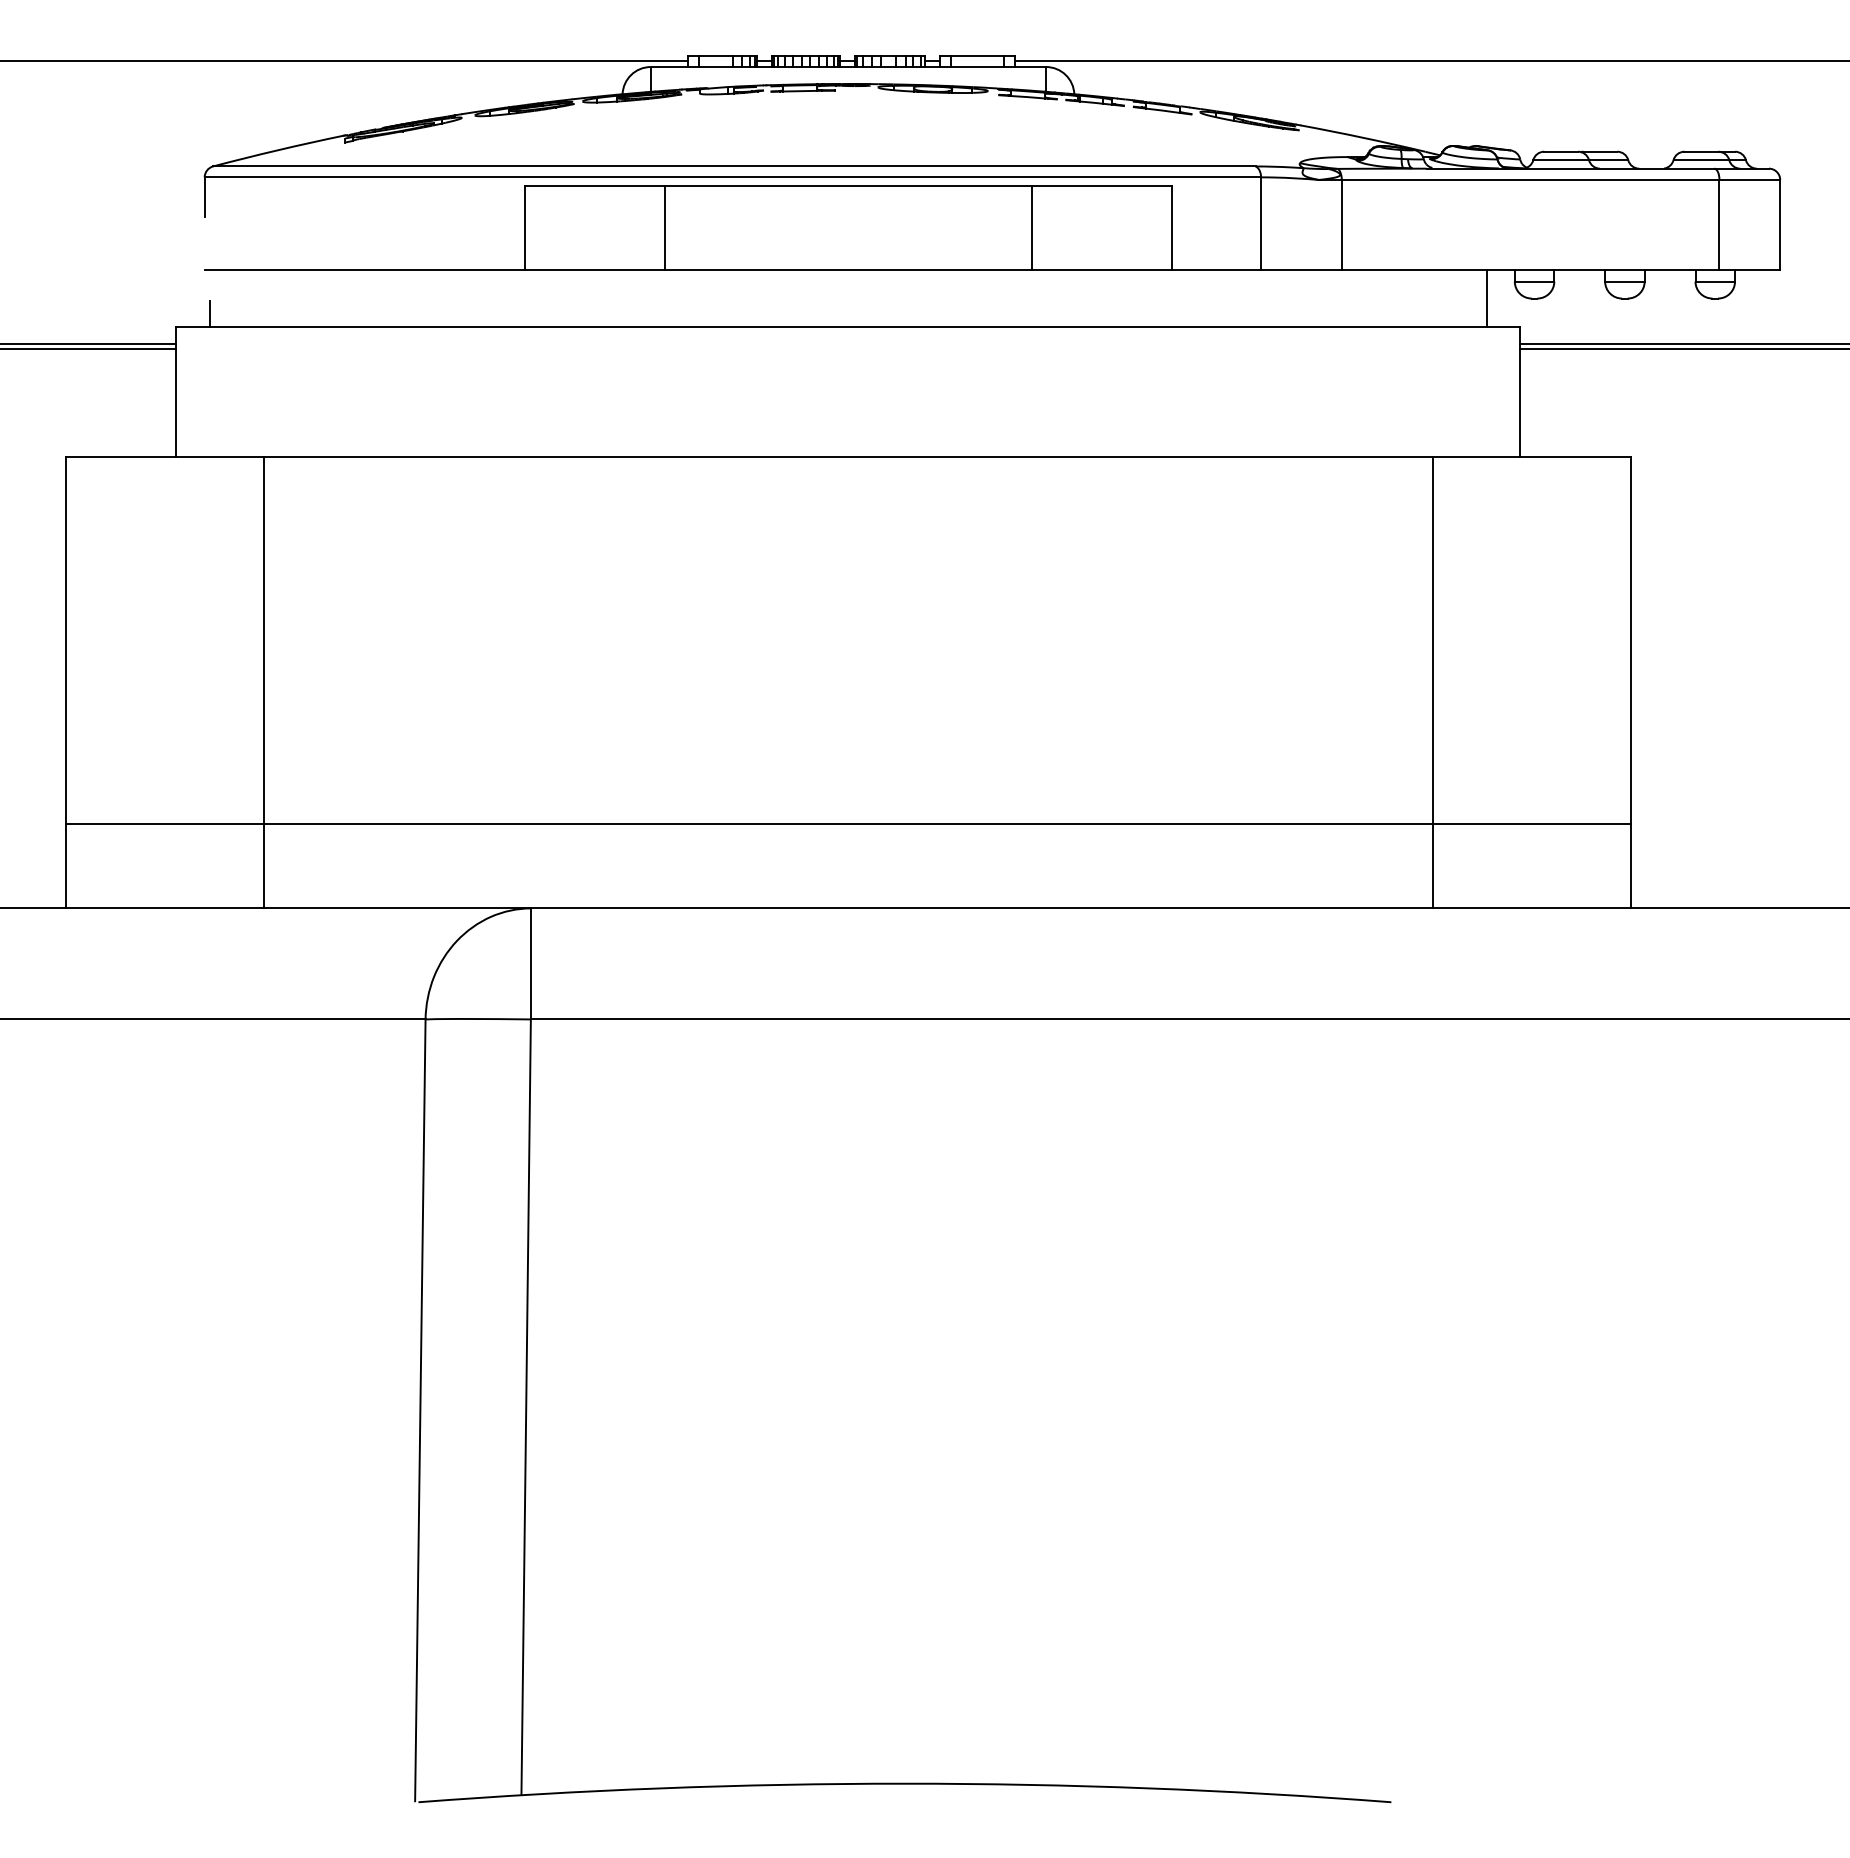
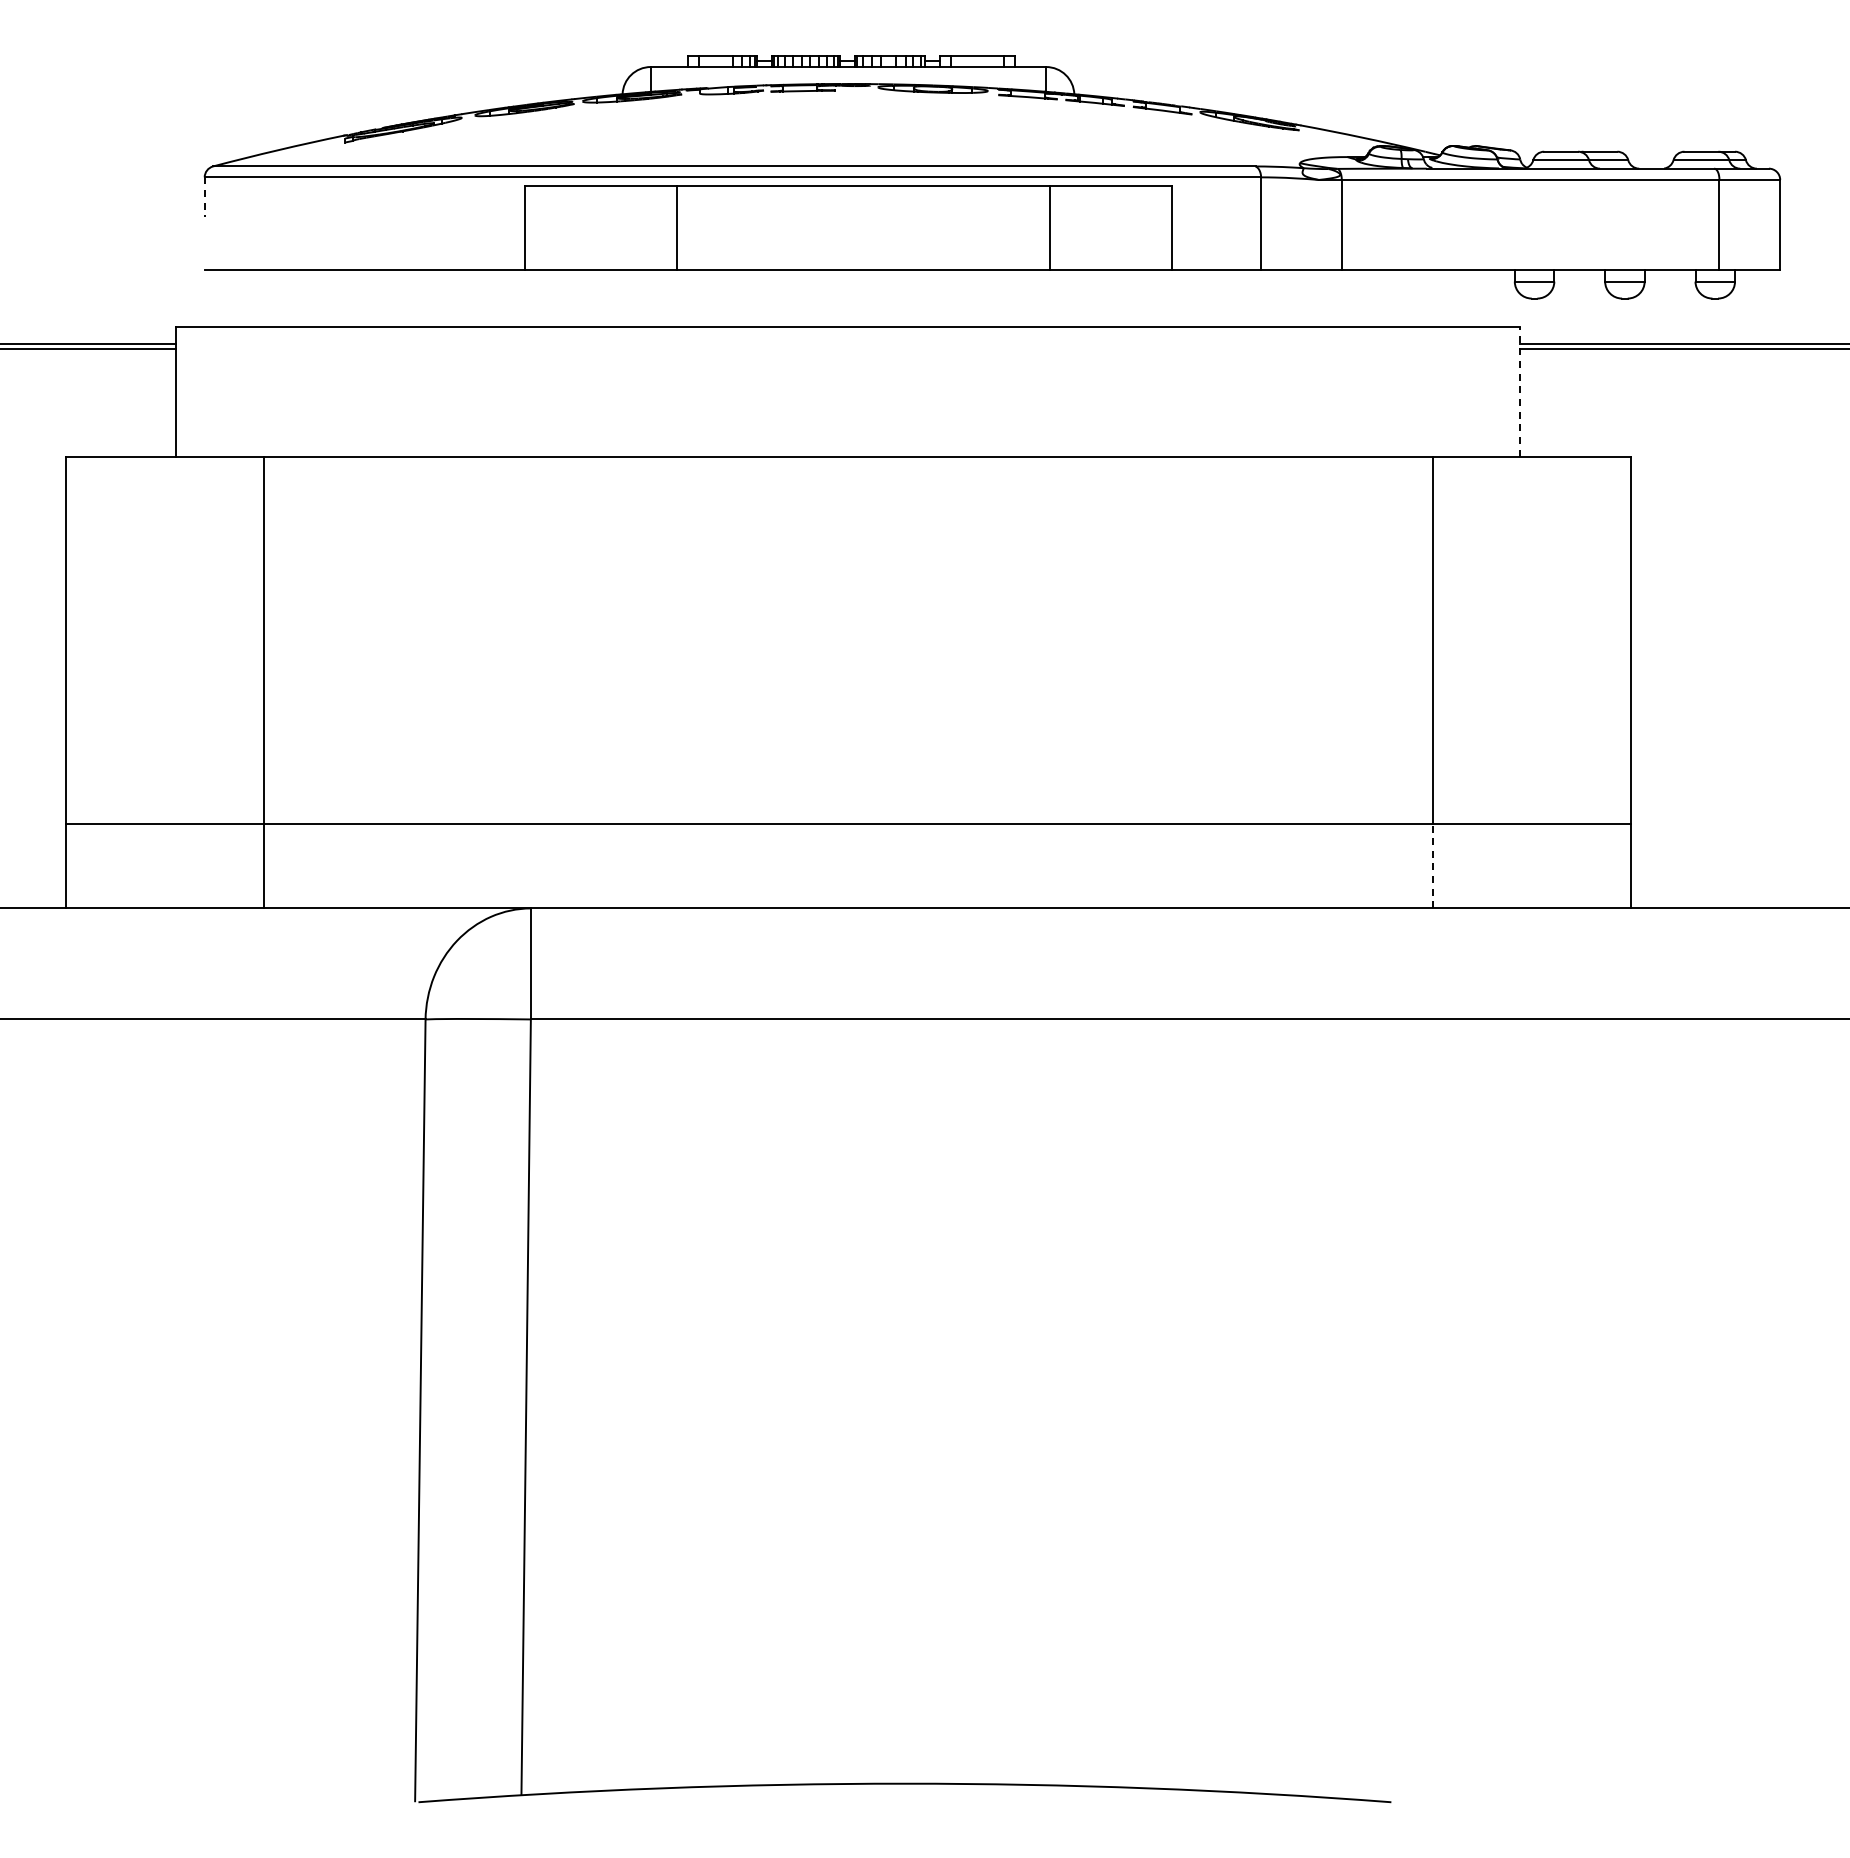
line at (344, 61): present -> none
line at (1430, 61): present -> none
line at (204, 197): solid -> dashed
line at (664, 227) position: (664, 227) -> (676, 227)
line at (1031, 227) position: (1031, 227) -> (1049, 227)
line at (1486, 298): present -> none
line at (210, 313): present -> none
line at (1520, 391): solid -> dashed
line at (1432, 865): solid -> dashed
